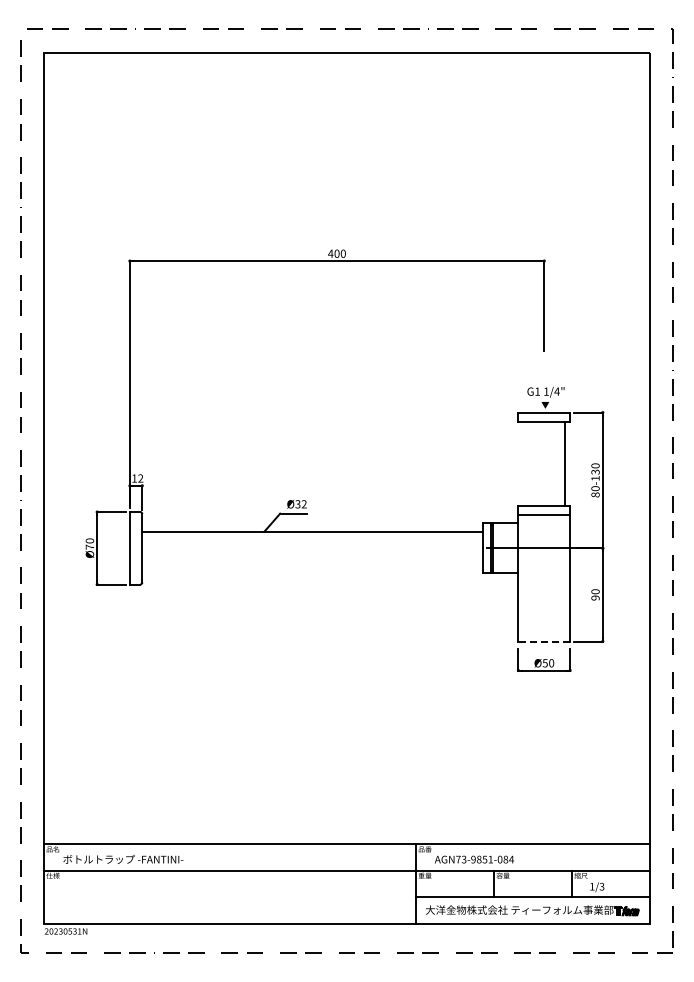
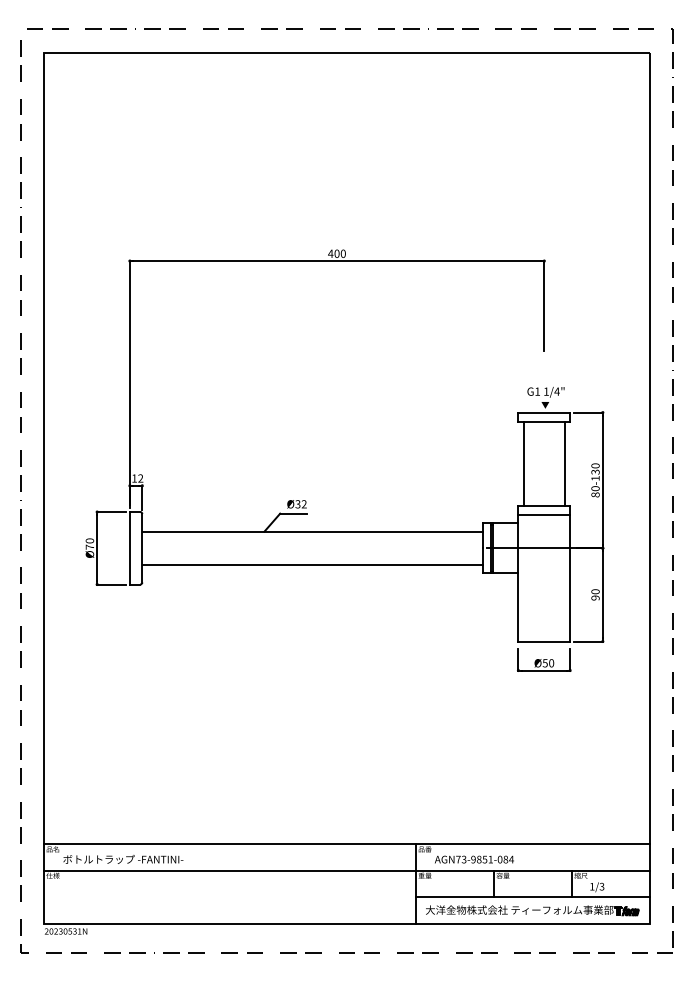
line at (524, 463): none -> present
line at (312, 564): none -> present
line at (544, 641): dashed -> solid
